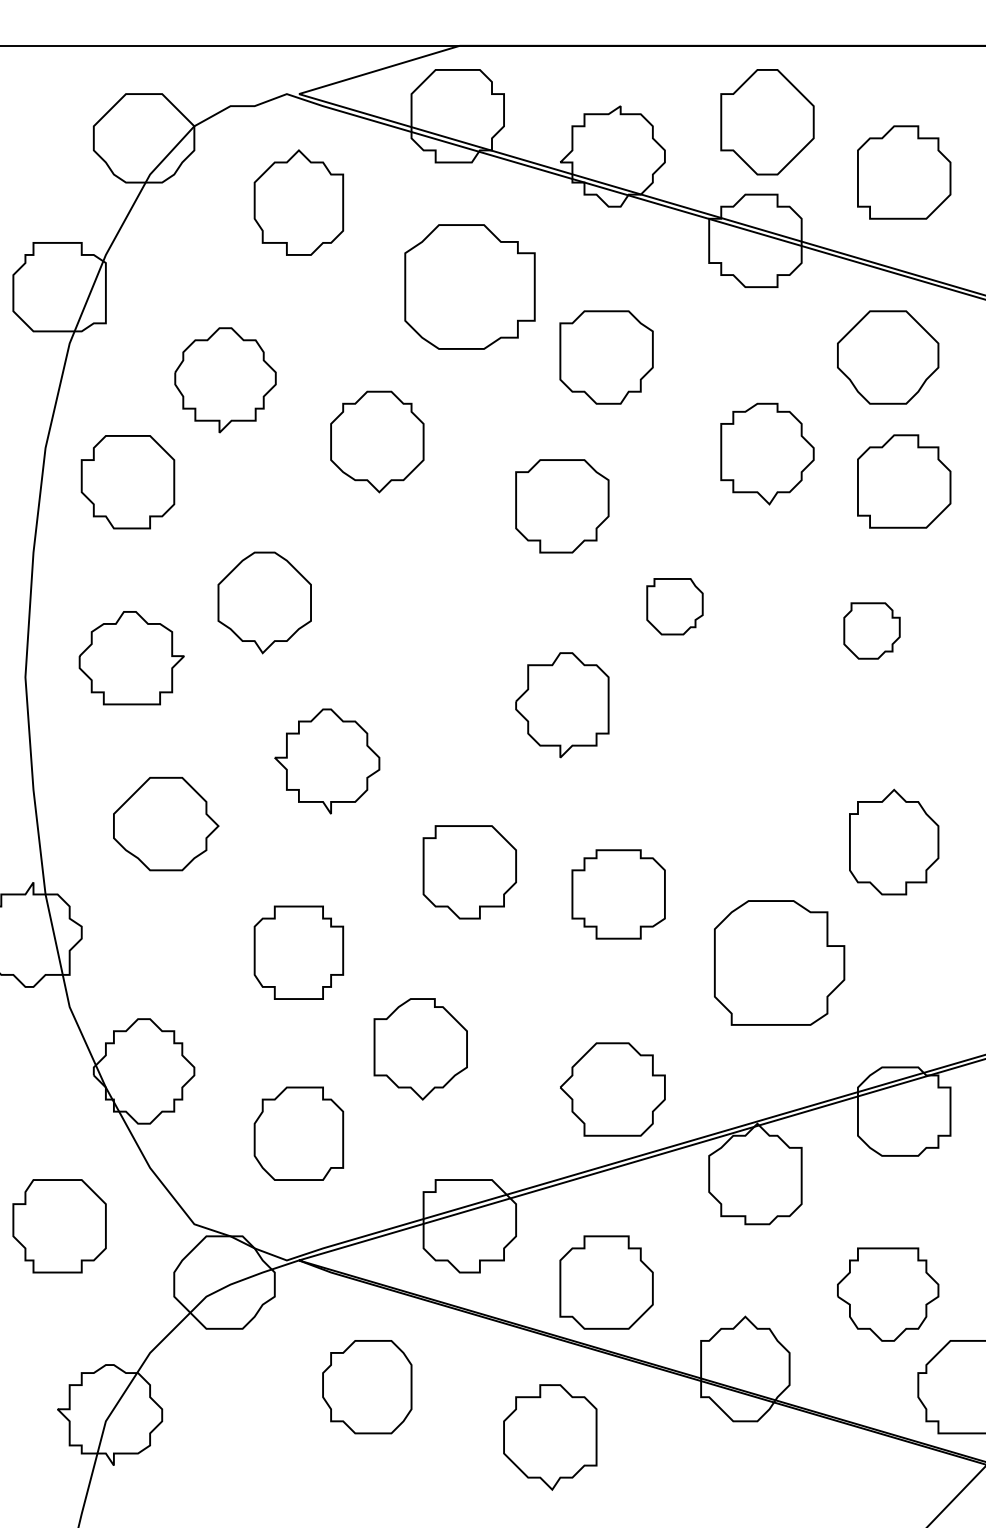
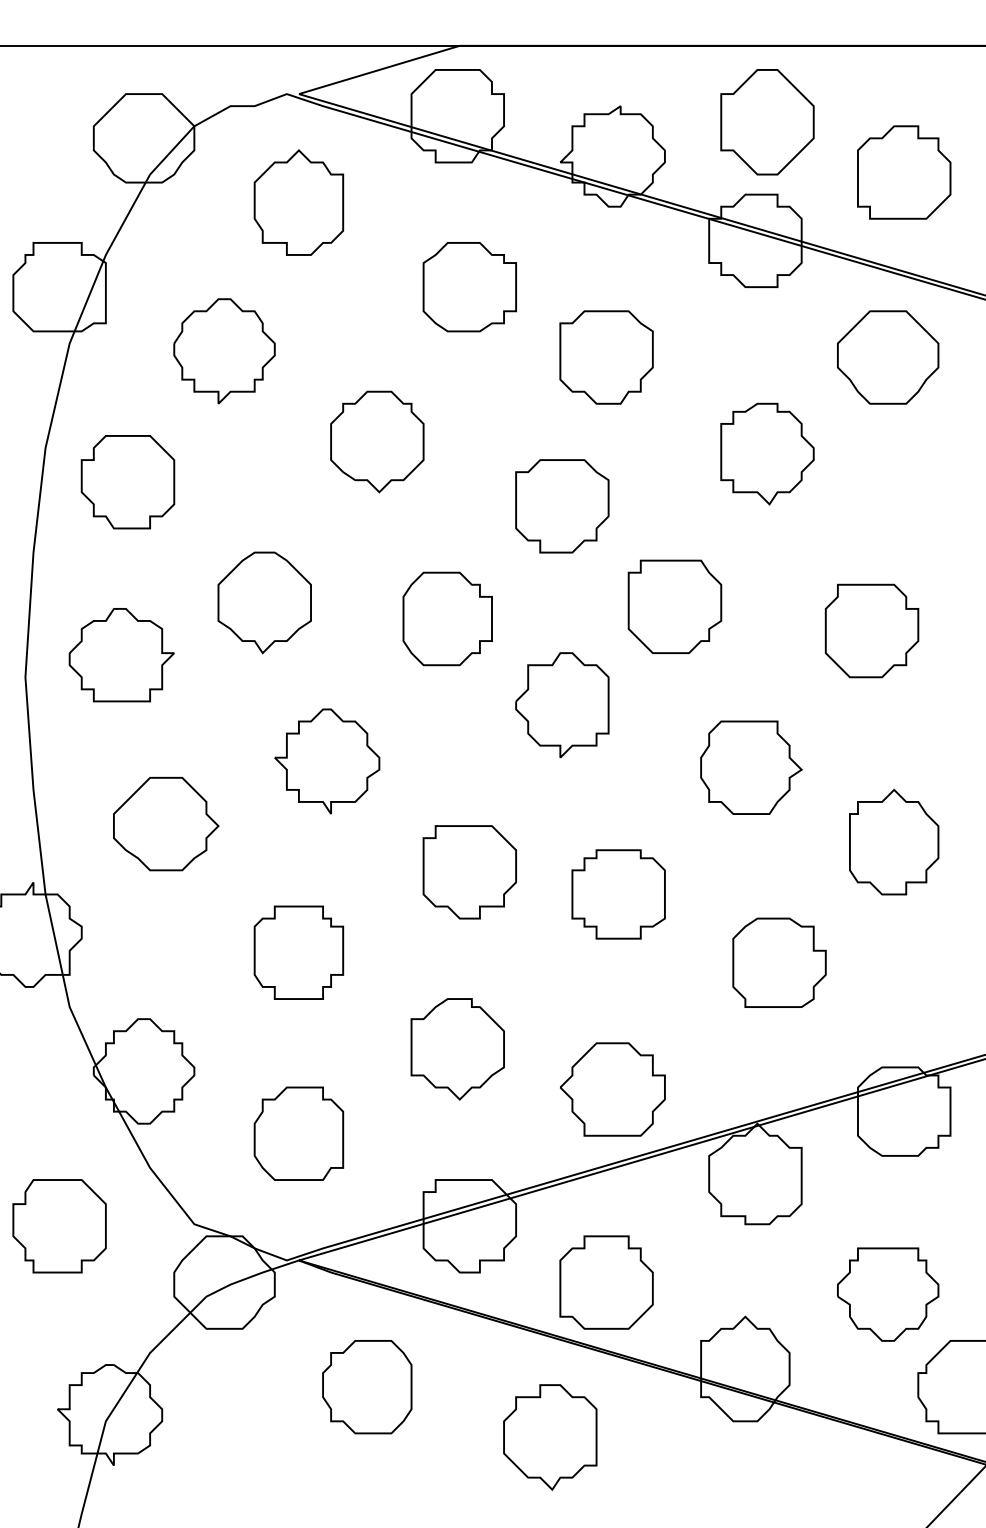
part at (469, 286) size: 132x126 px -> 95x91 px
part at (225, 380) position: (225, 380) -> (224, 351)
part at (904, 481): present -> none
part at (674, 606) size: 58x58 px -> 96x95 px
part at (447, 618): none -> present
part at (871, 630) size: 58x58 px -> 96x96 px
part at (131, 658) position: (131, 658) -> (121, 655)
part at (751, 767): none -> present
part at (779, 962) size: 132x126 px -> 95x91 px
part at (420, 1049) position: (420, 1049) -> (457, 1049)
